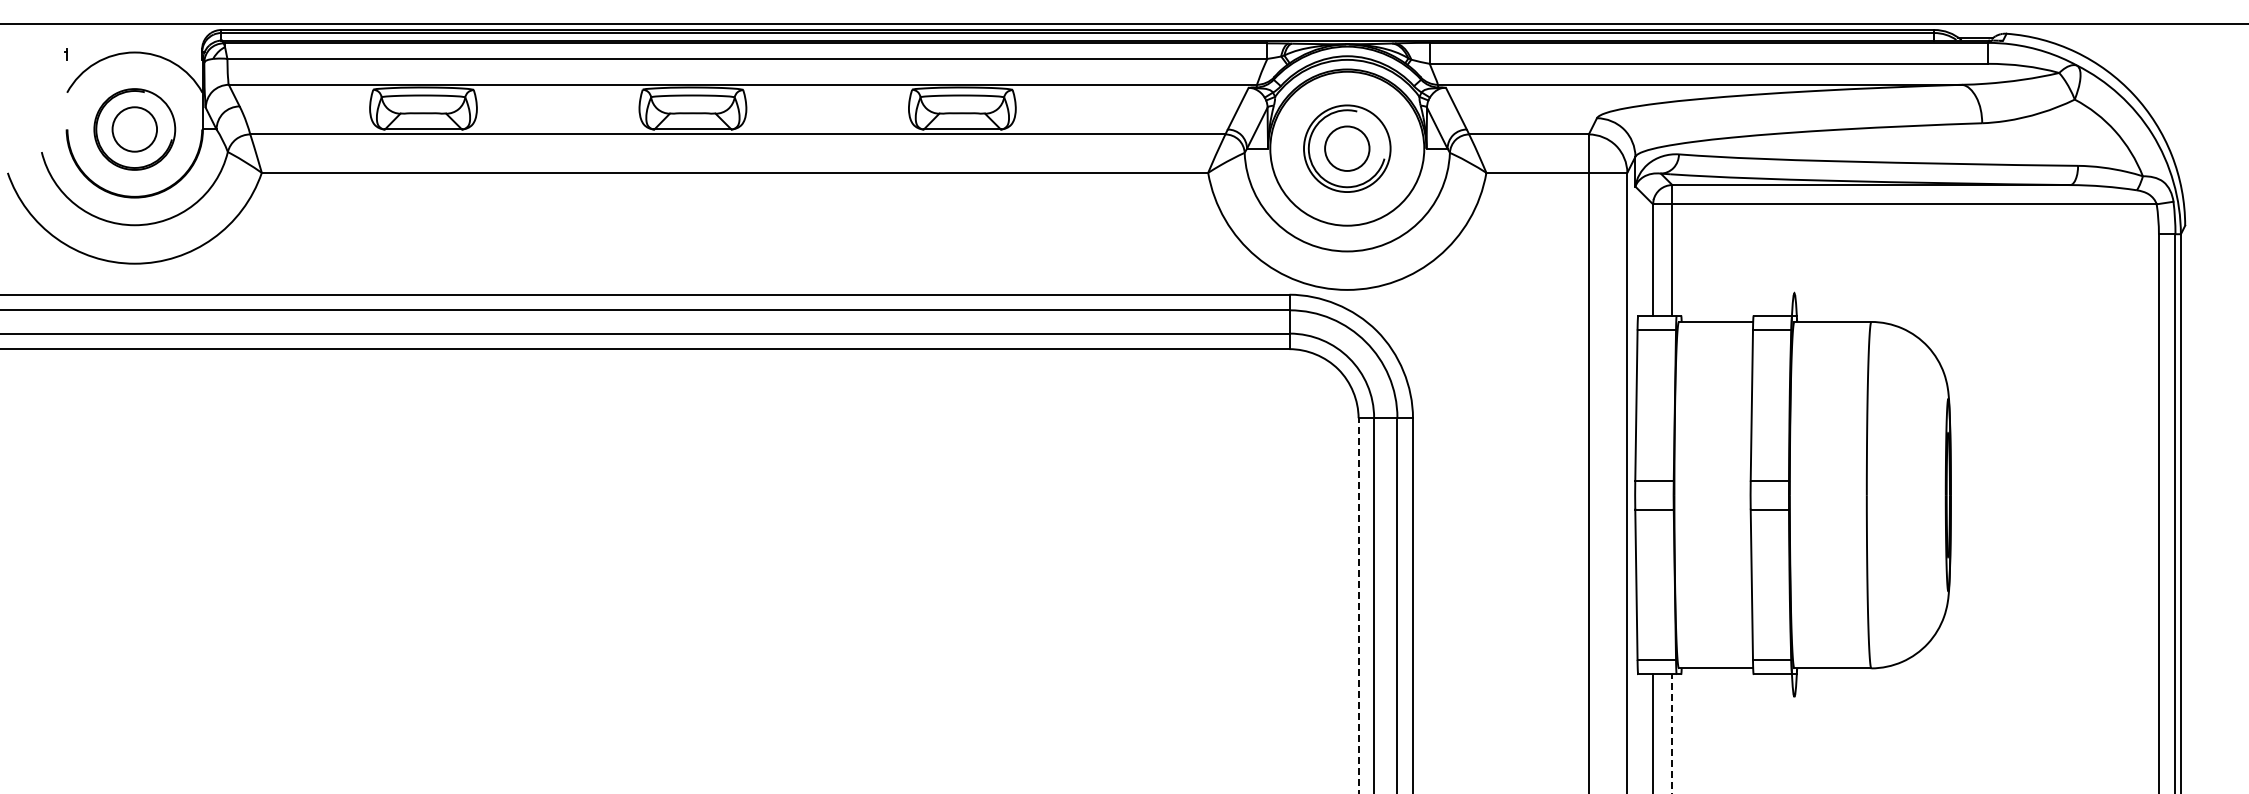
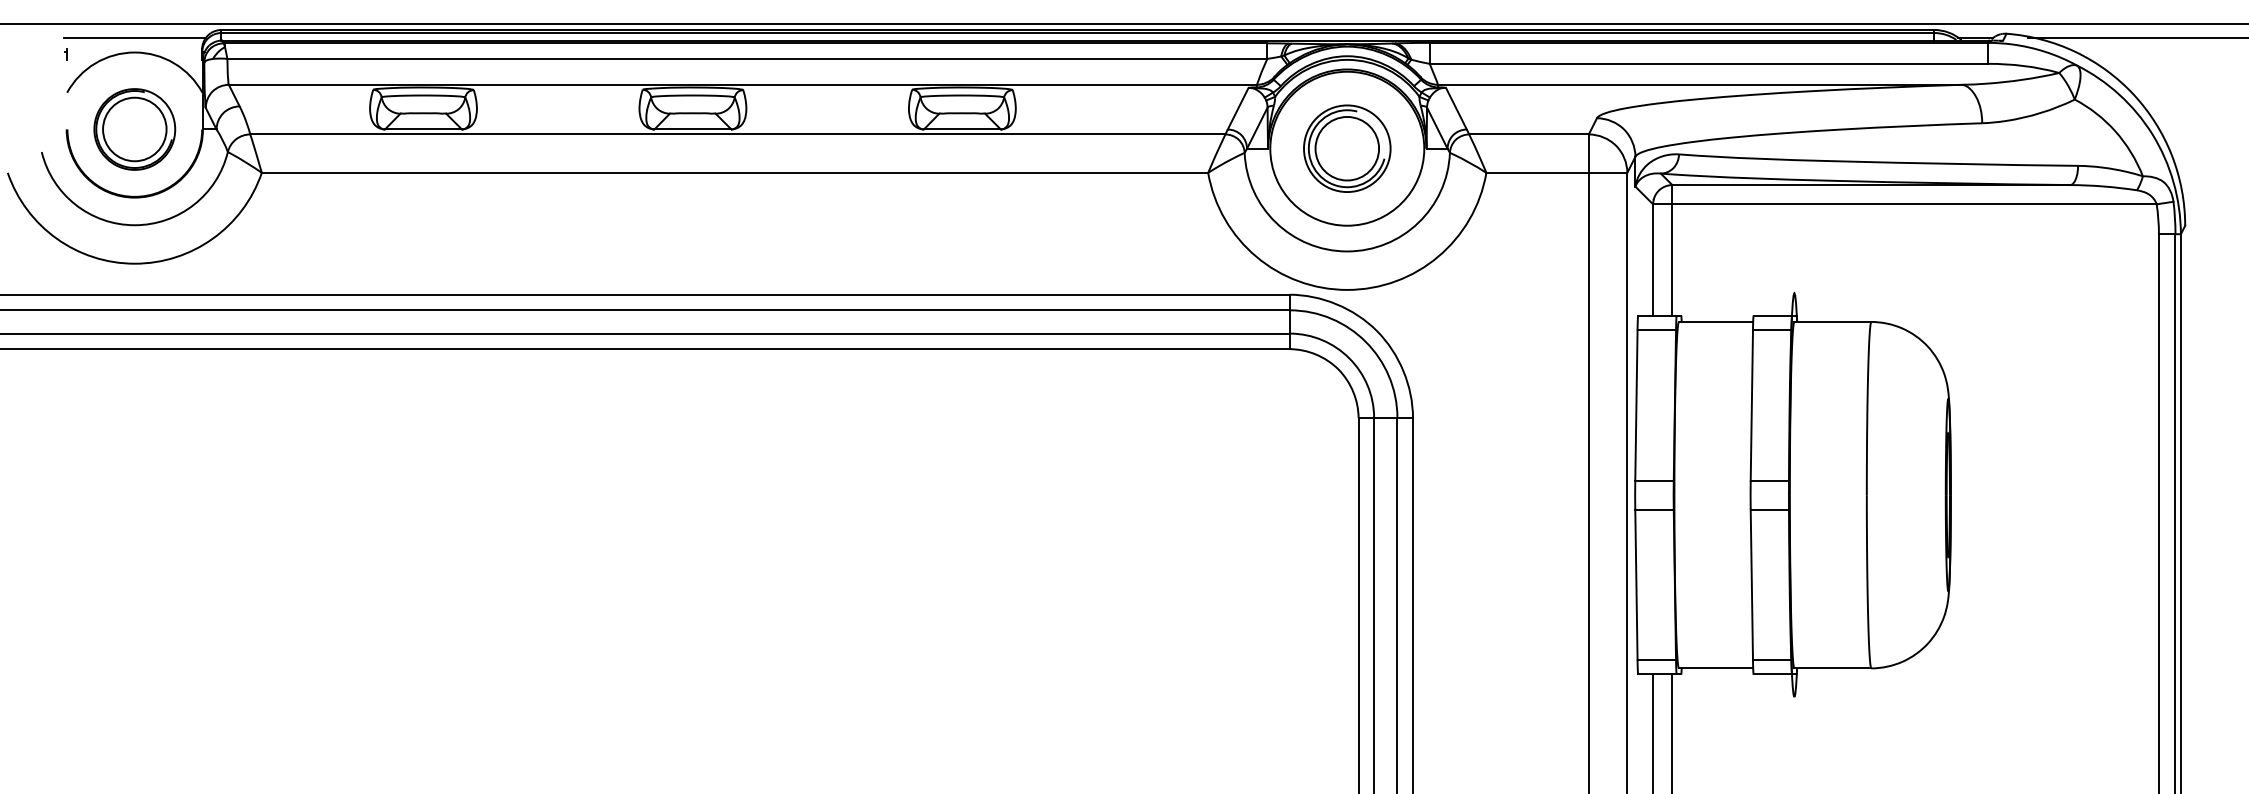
line at (134, 38): none -> present
line at (2136, 38): none -> present
circle at (134, 129) diameter: 44 px -> 64 px
circle at (1347, 148) diameter: 44 px -> 64 px
line at (1358, 606): dashed -> solid
line at (1672, 734): dashed -> solid
